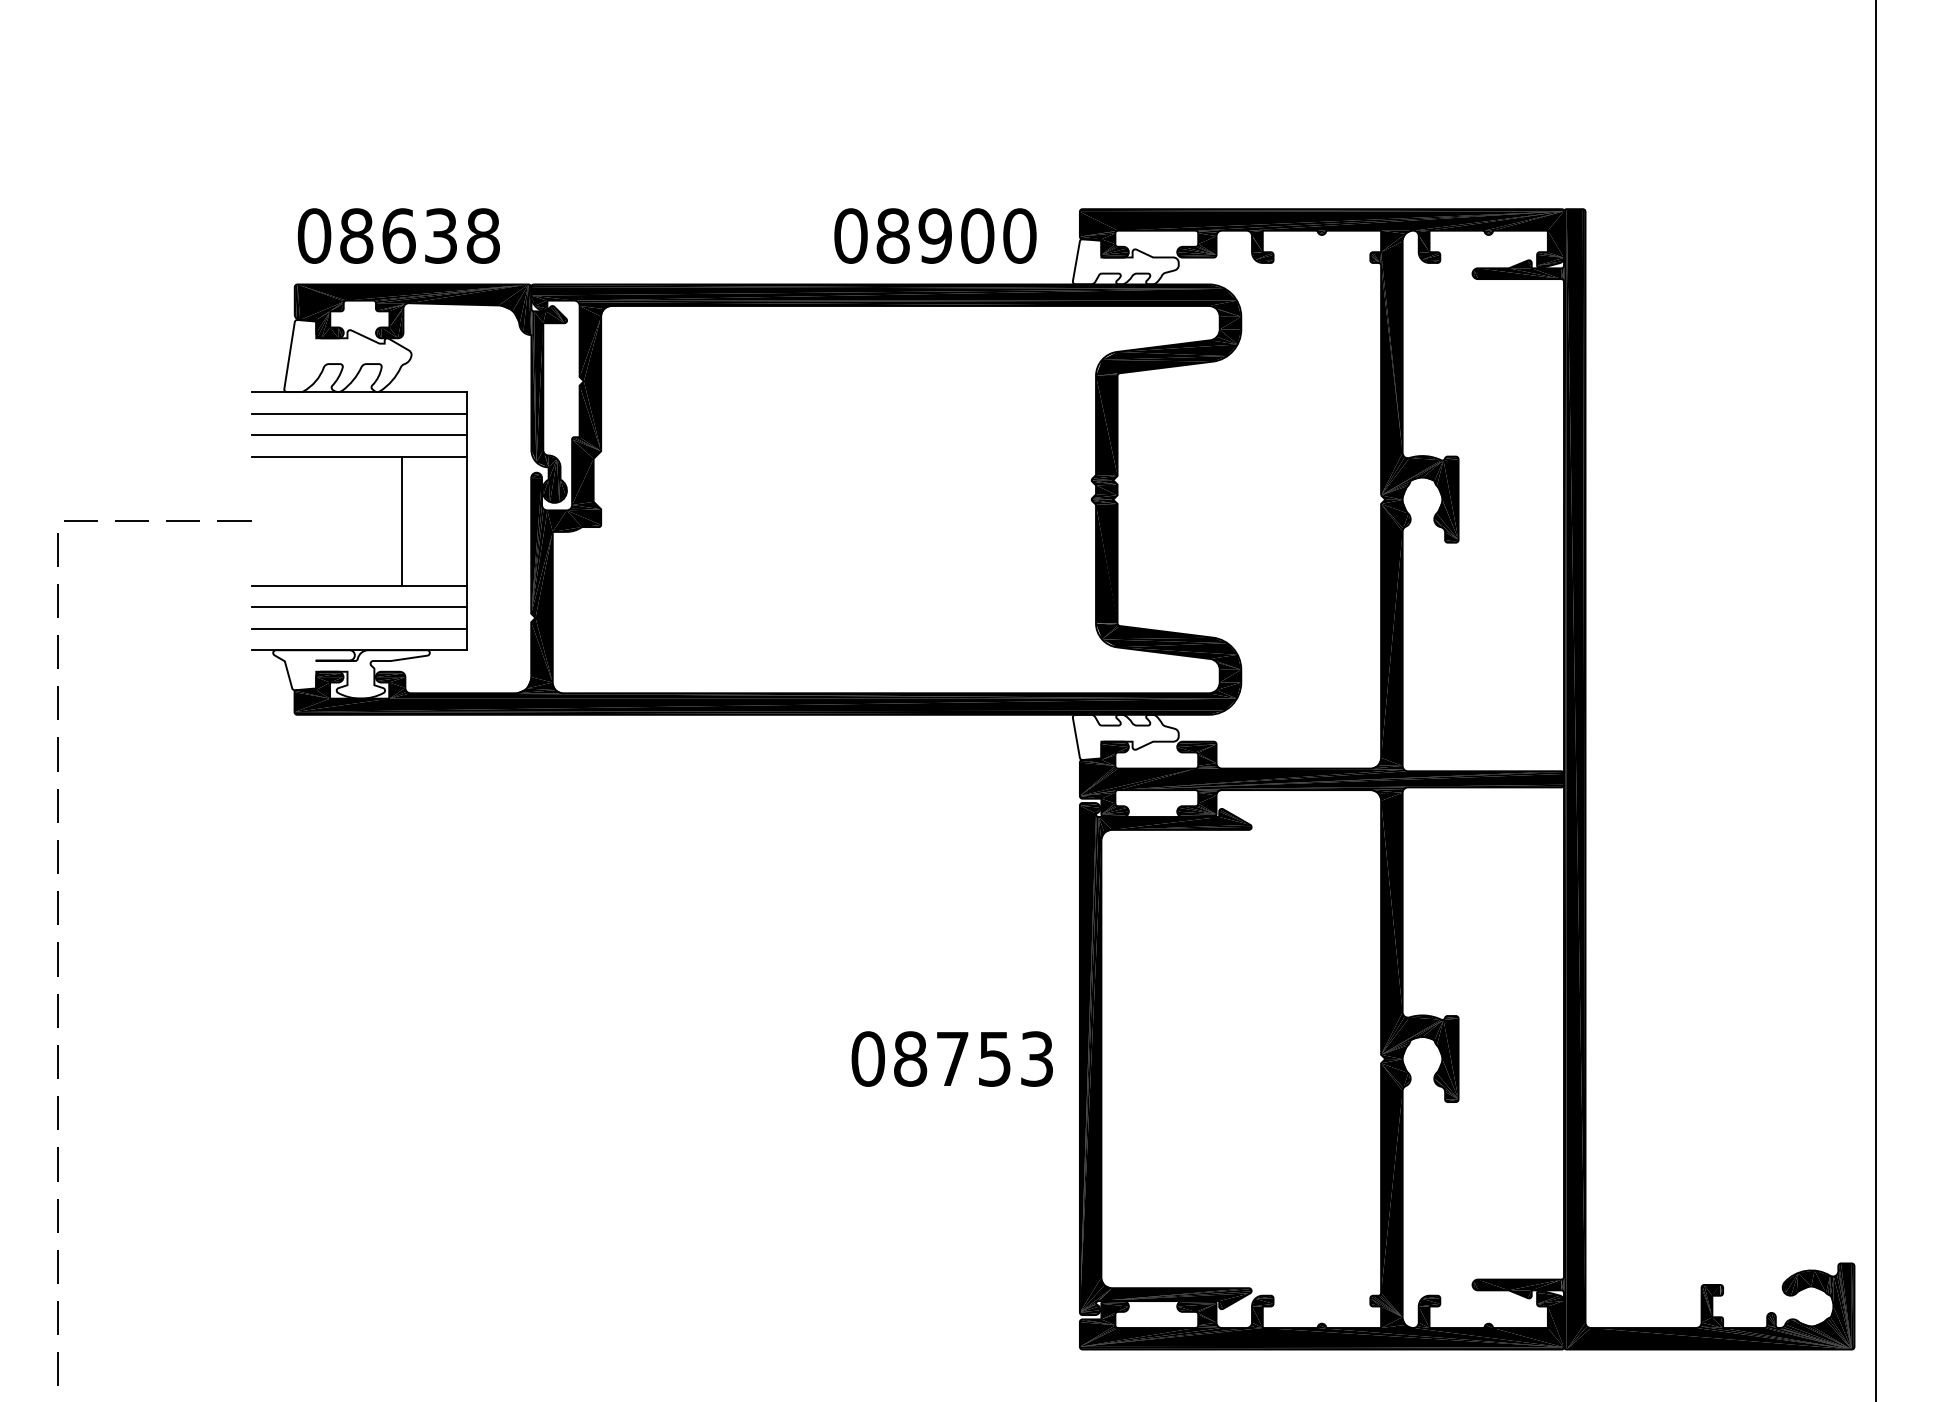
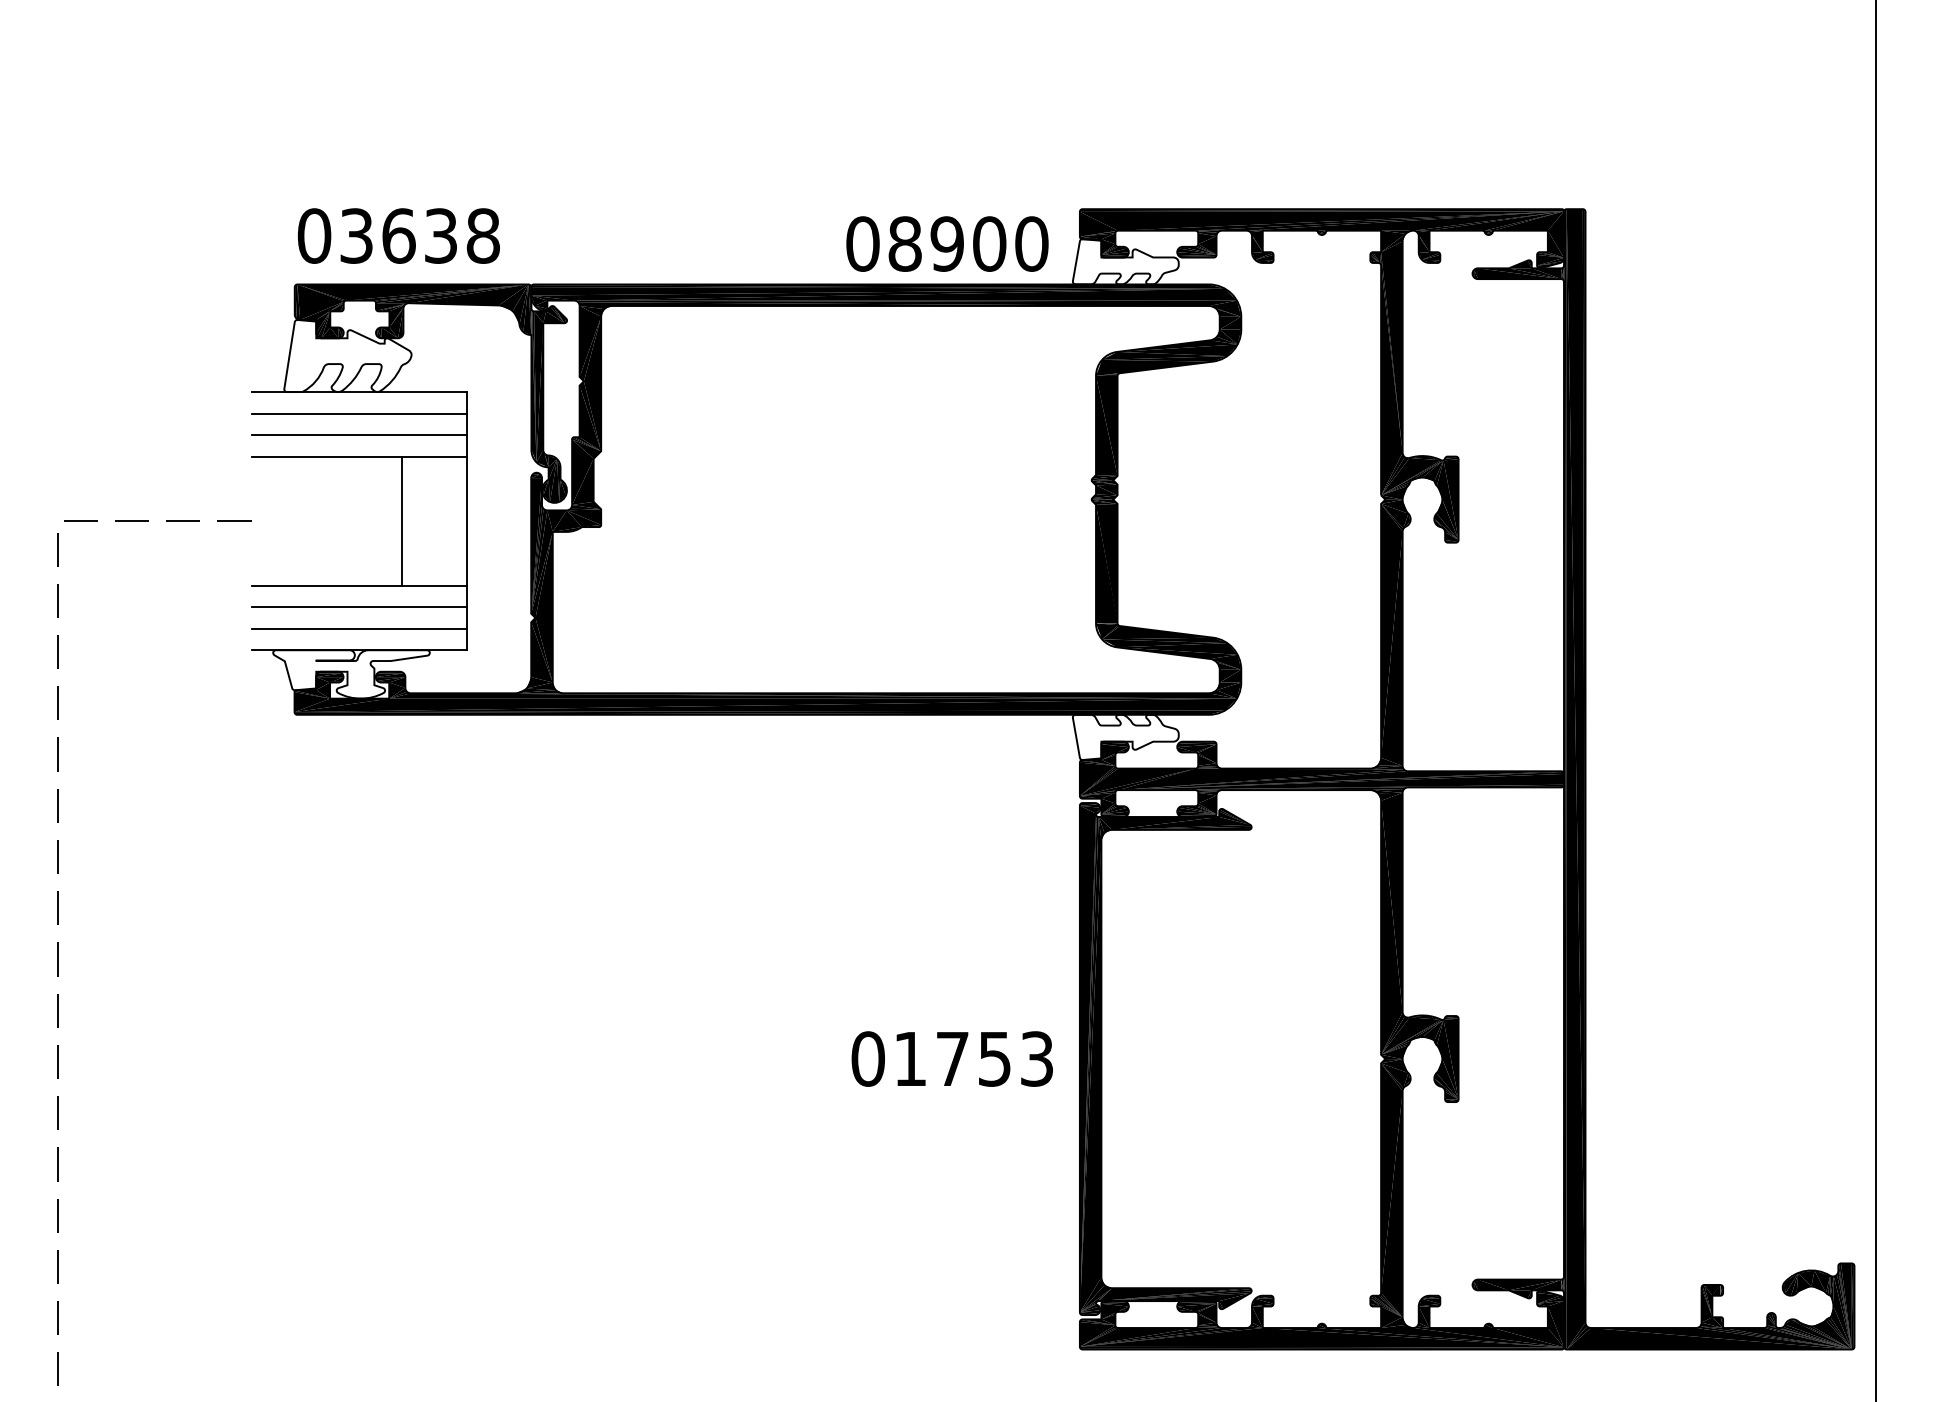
text at (356, 235): 08638 -> 03638
text at (935, 235) position: (935, 235) -> (947, 243)
text at (910, 1058): 08753 -> 01753
